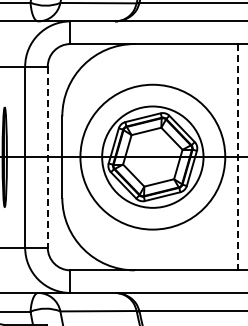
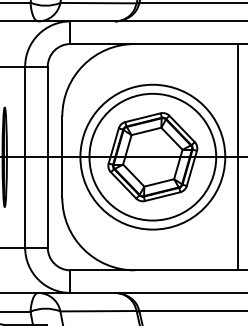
circle at (152, 156) diameter: 101 px -> 127 px
line at (47, 157): dashed -> solid
line at (237, 157): dashed -> solid
